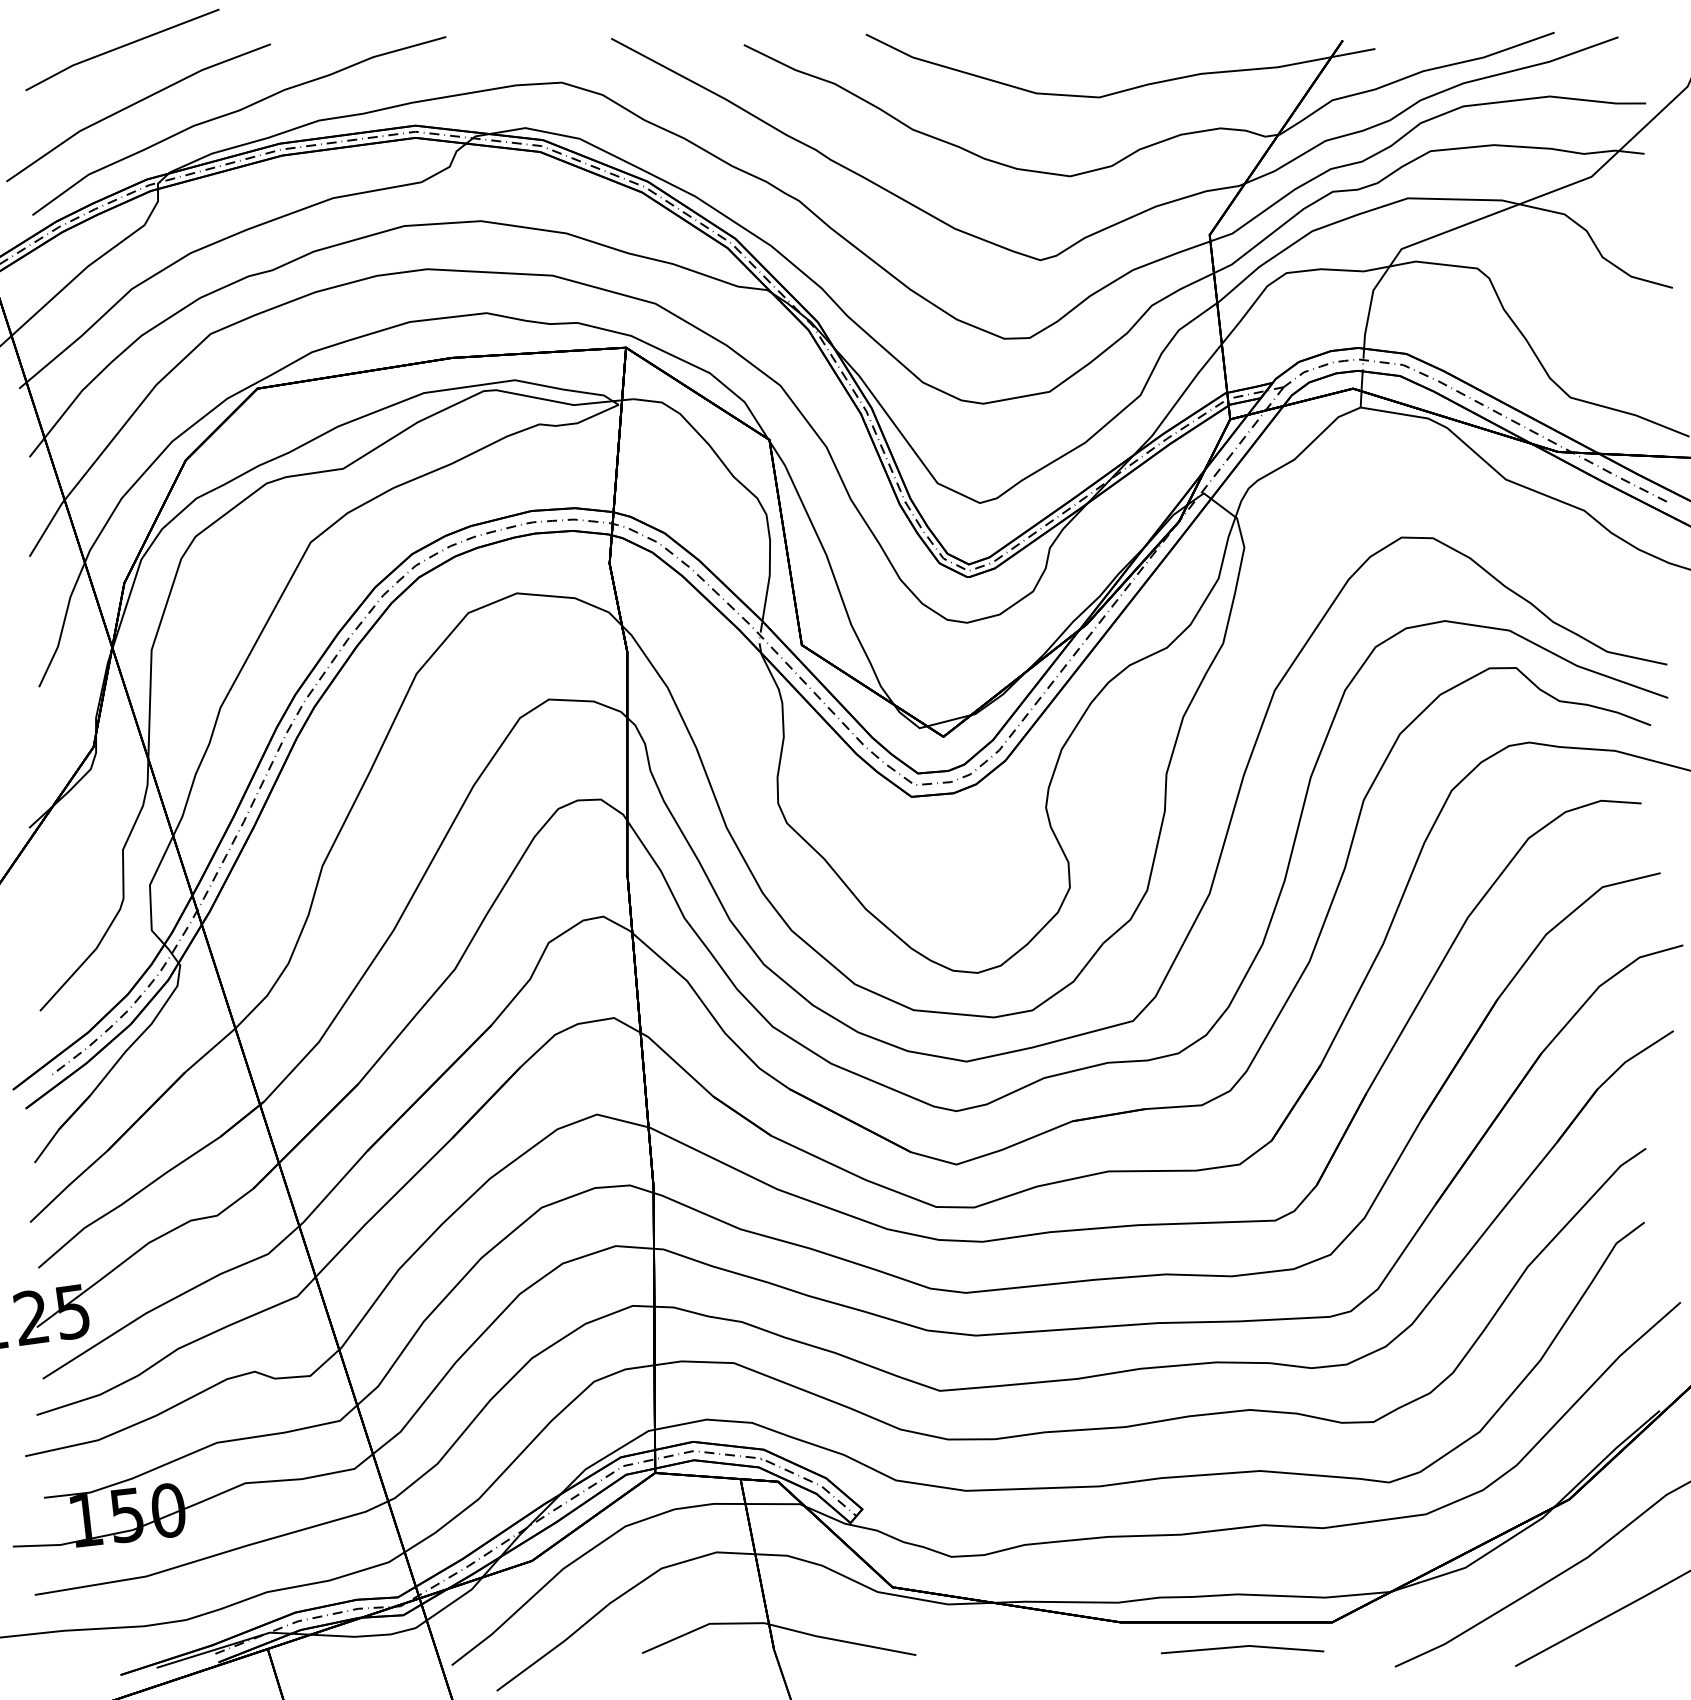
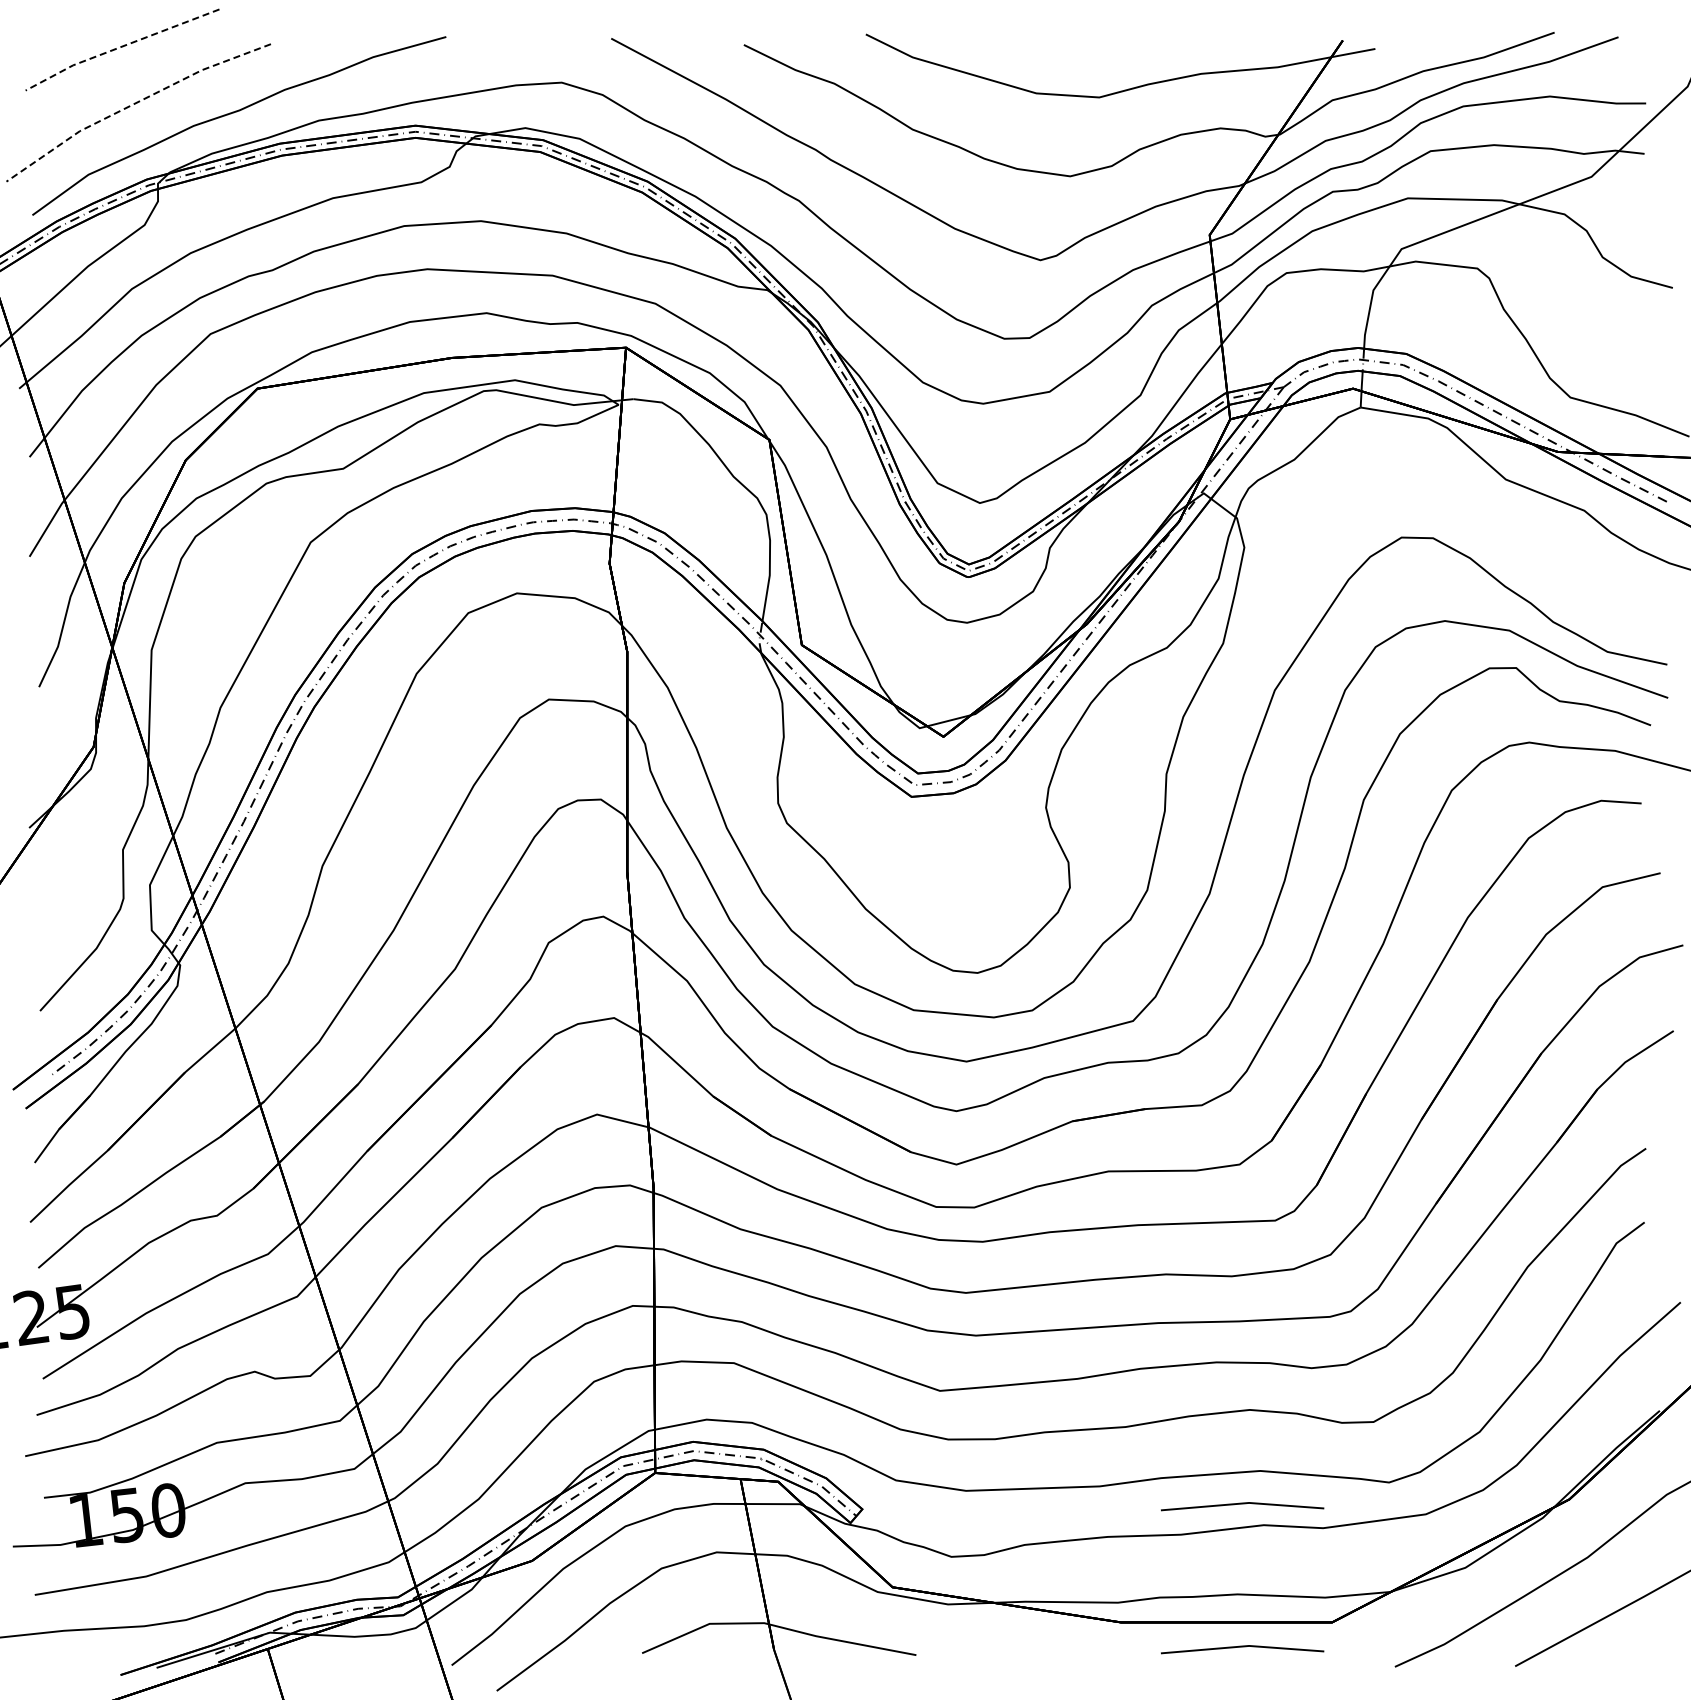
line at (120, 47): solid -> dashed
line at (133, 104): solid -> dashed
line at (1242, 1504): none -> present
